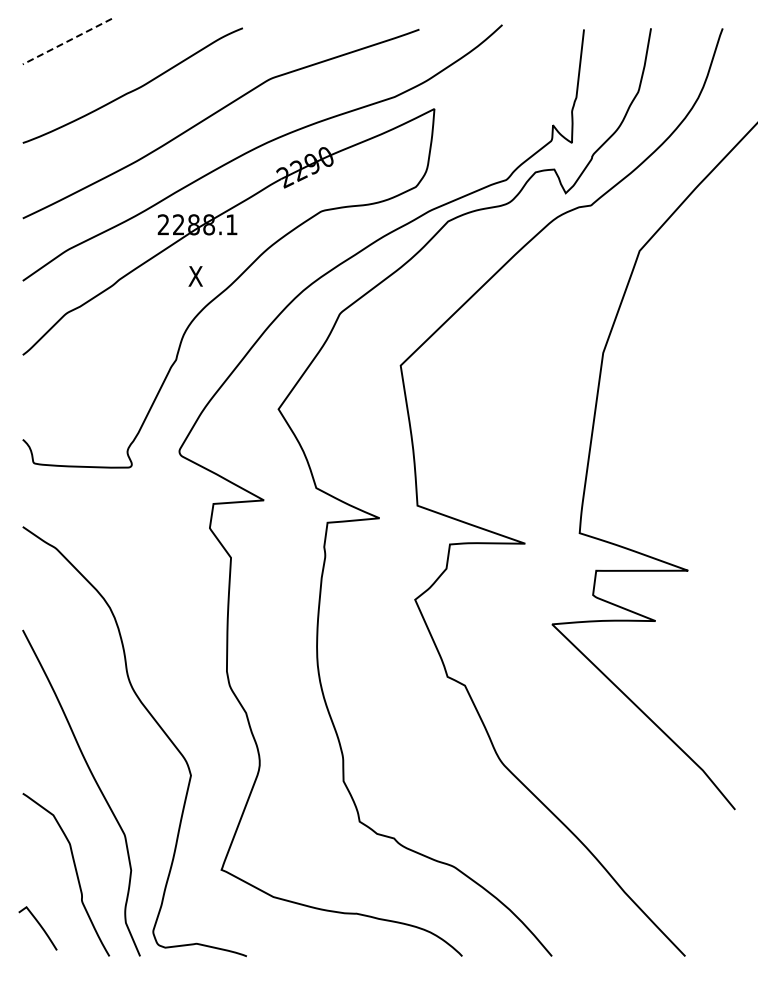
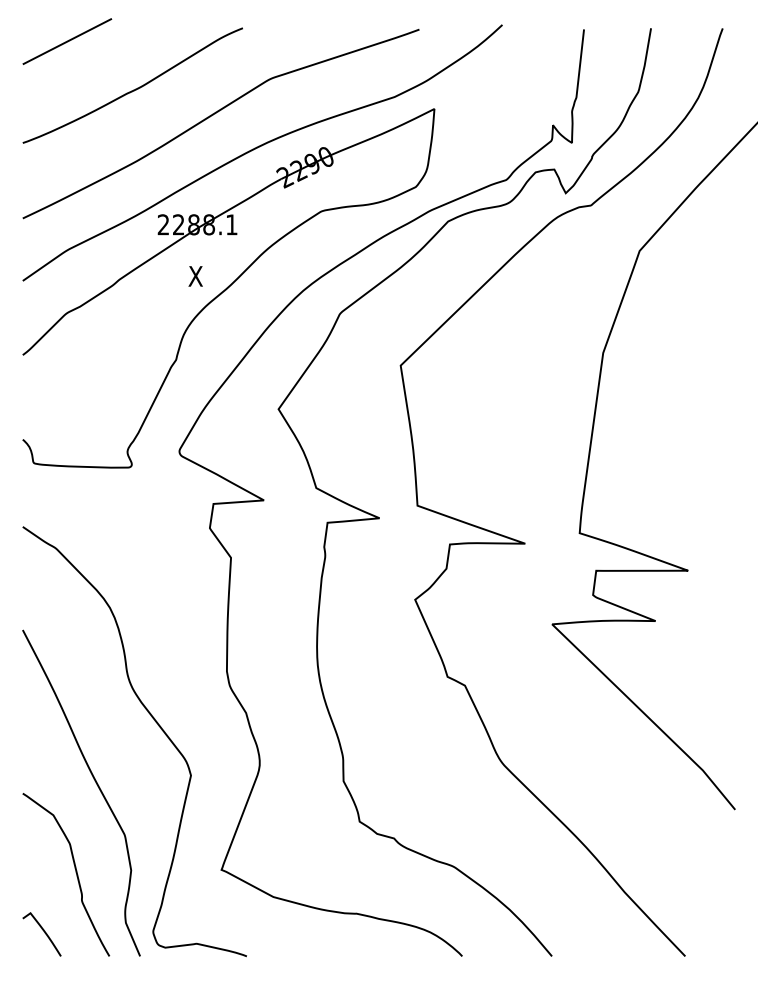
line at (66, 41): dashed -> solid
curve at (40, 927) position: (40, 927) -> (44, 933)
